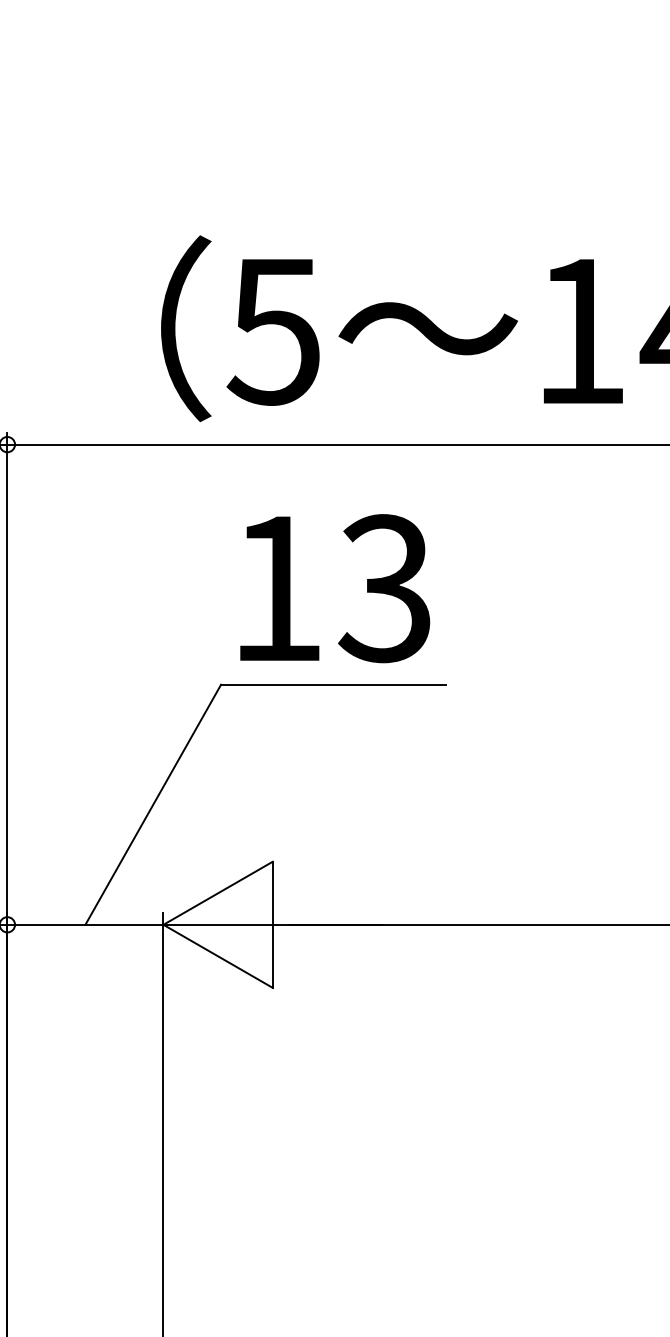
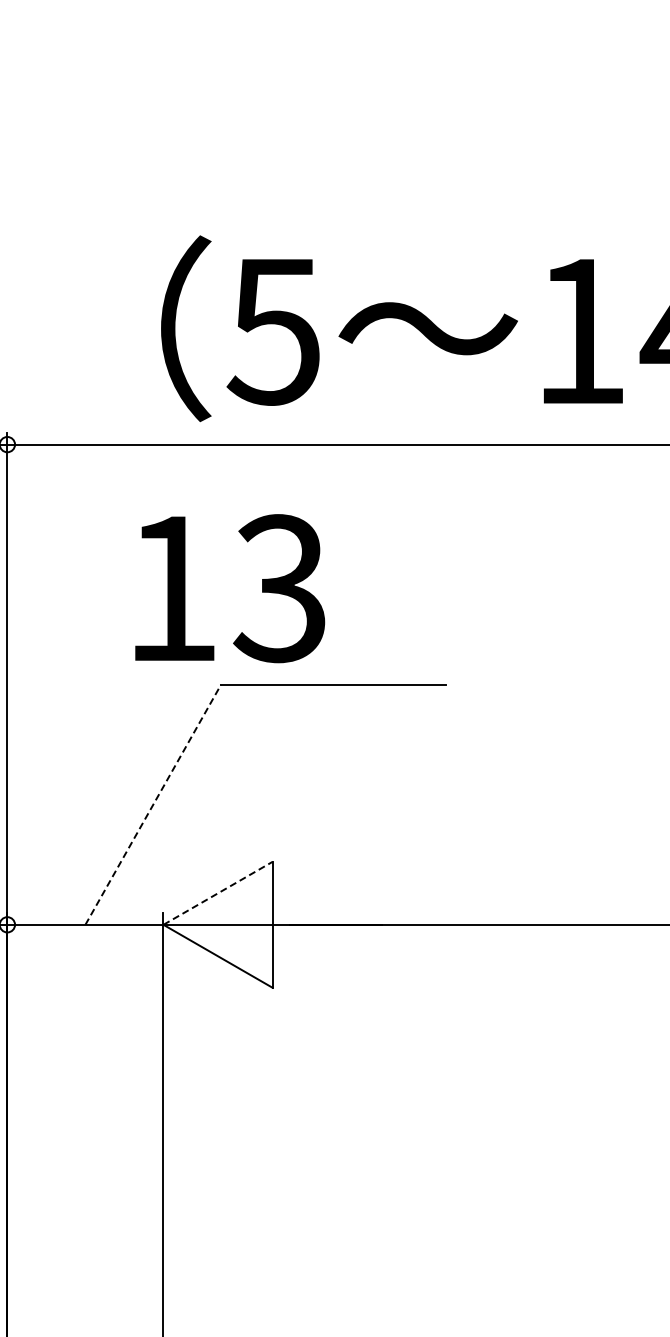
text at (335, 588) position: (335, 588) -> (230, 588)
line at (153, 804): solid -> dashed
line at (218, 893): solid -> dashed
